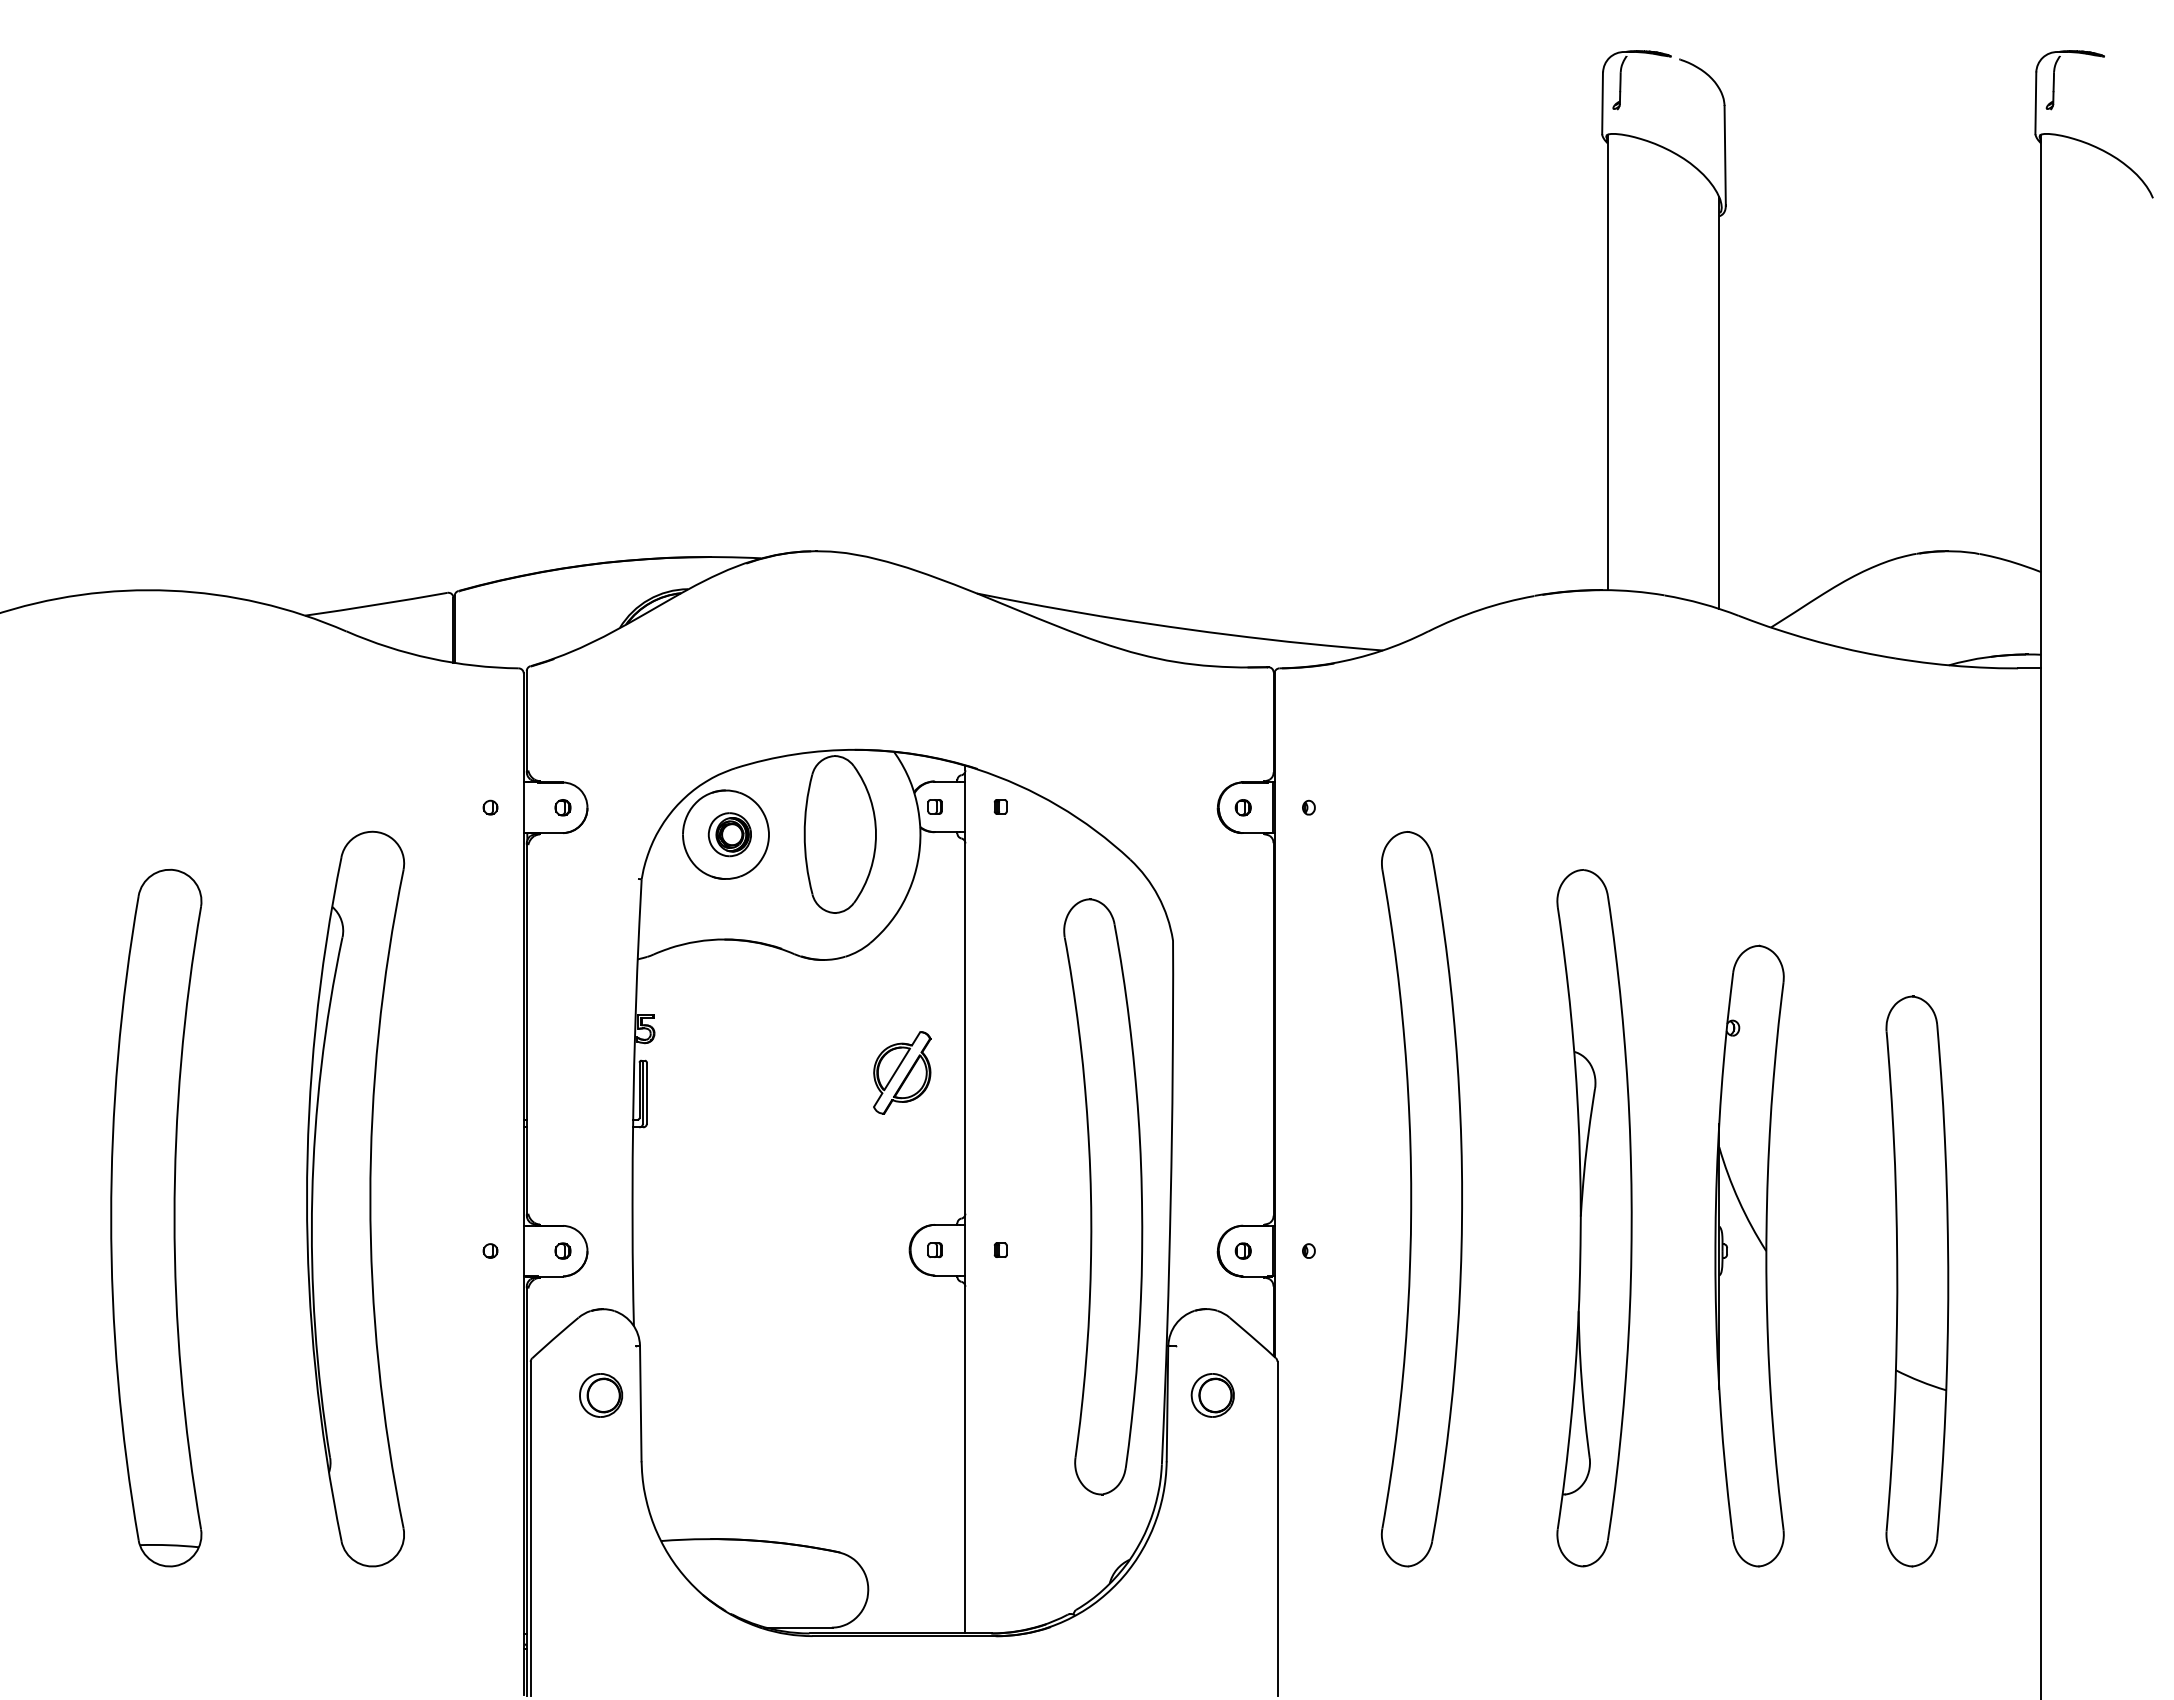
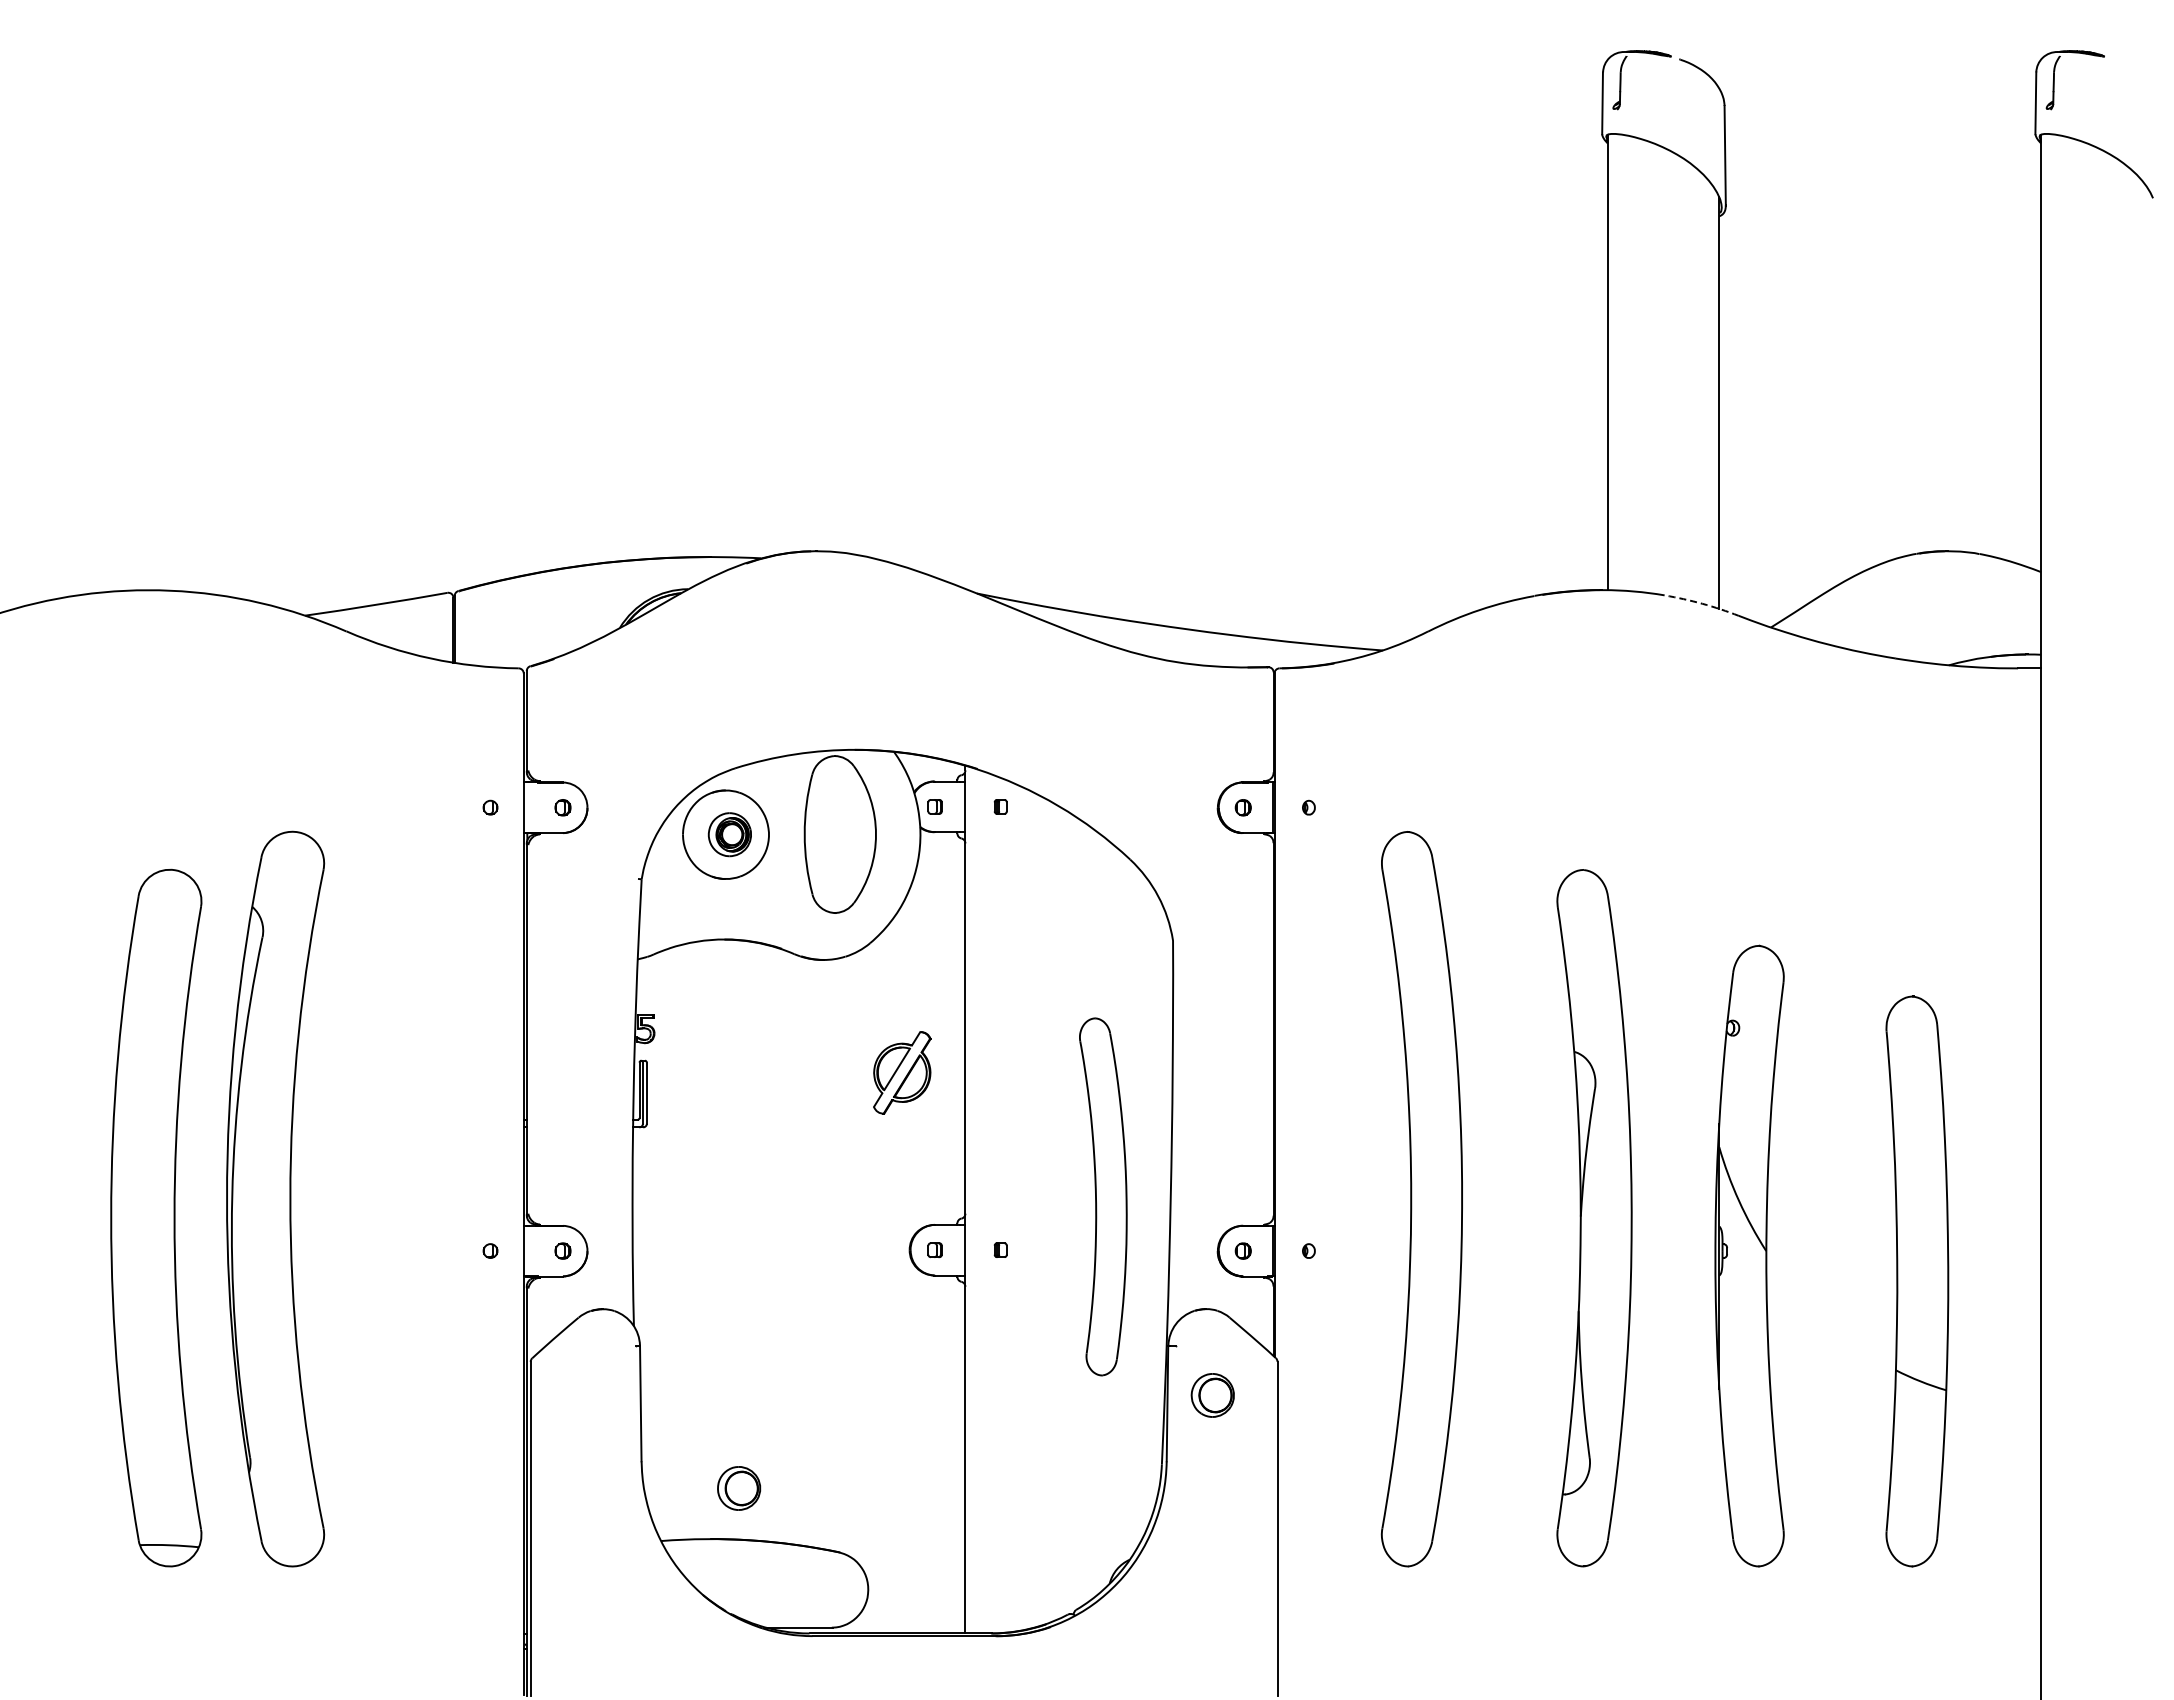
arc at (1702, 603): solid -> dashed
part at (1103, 1196) size: 81x598 px -> 49x360 px
part at (355, 1198) position: (355, 1198) -> (275, 1198)
part at (601, 1395) position: (601, 1395) -> (739, 1488)
